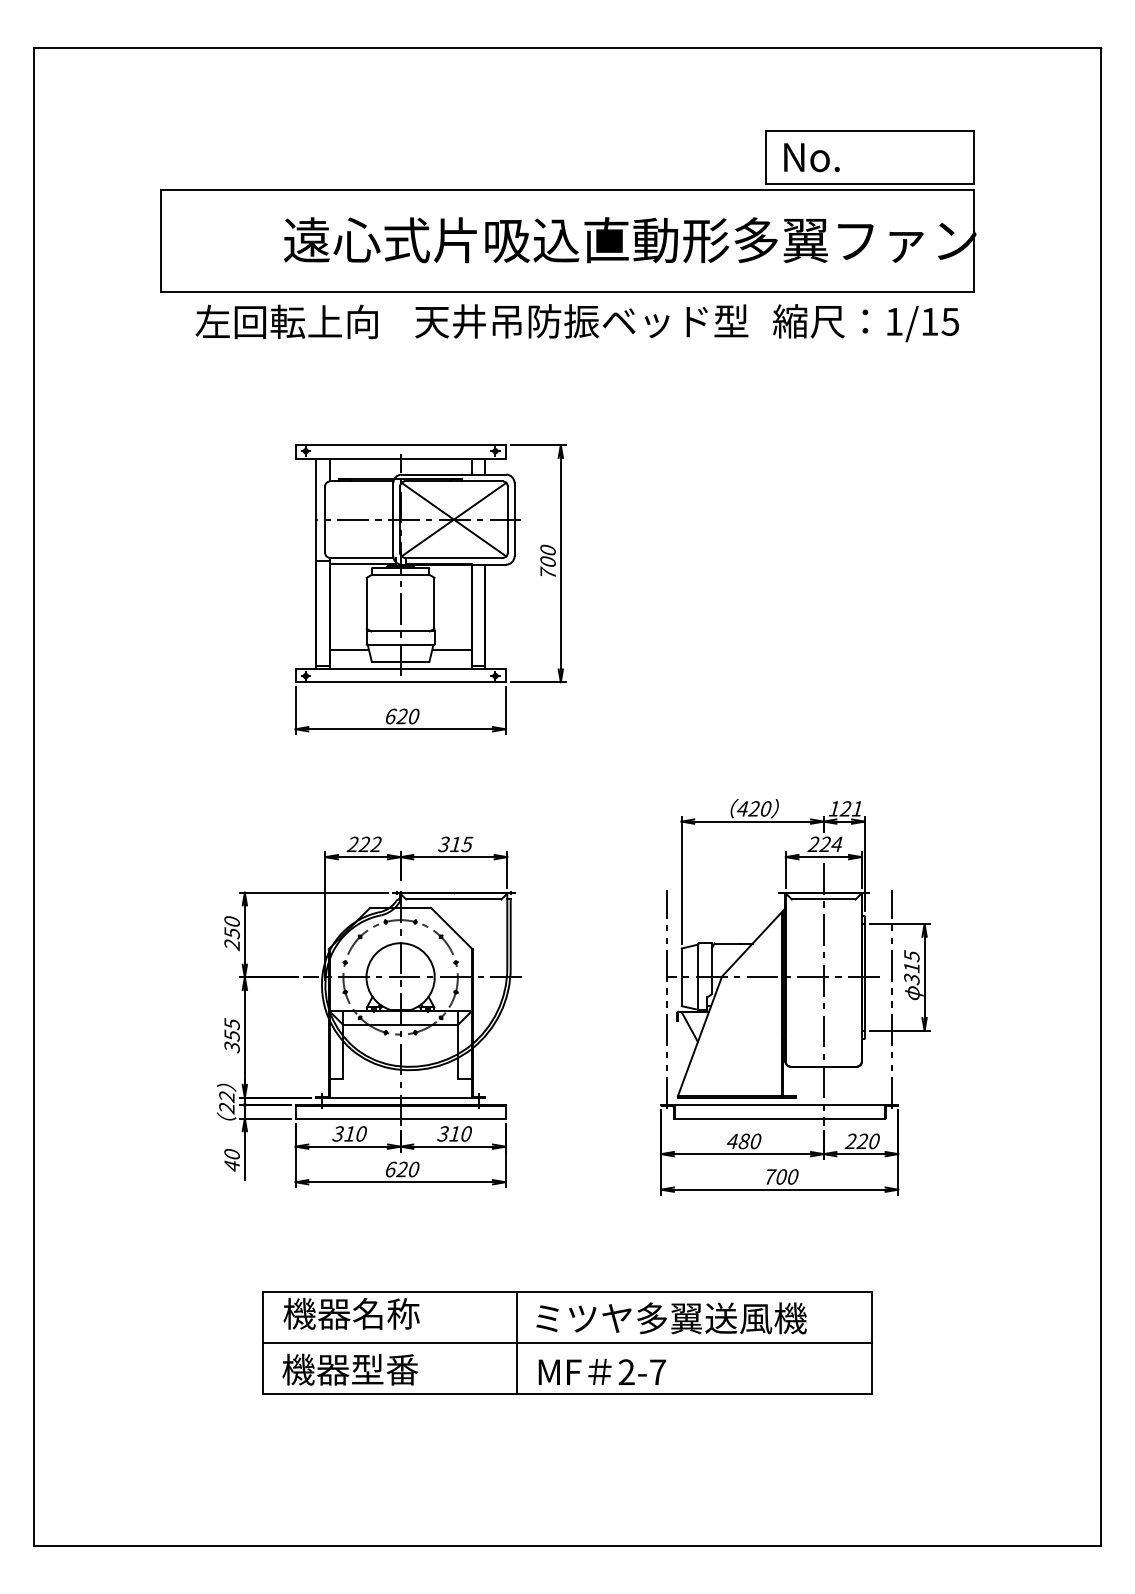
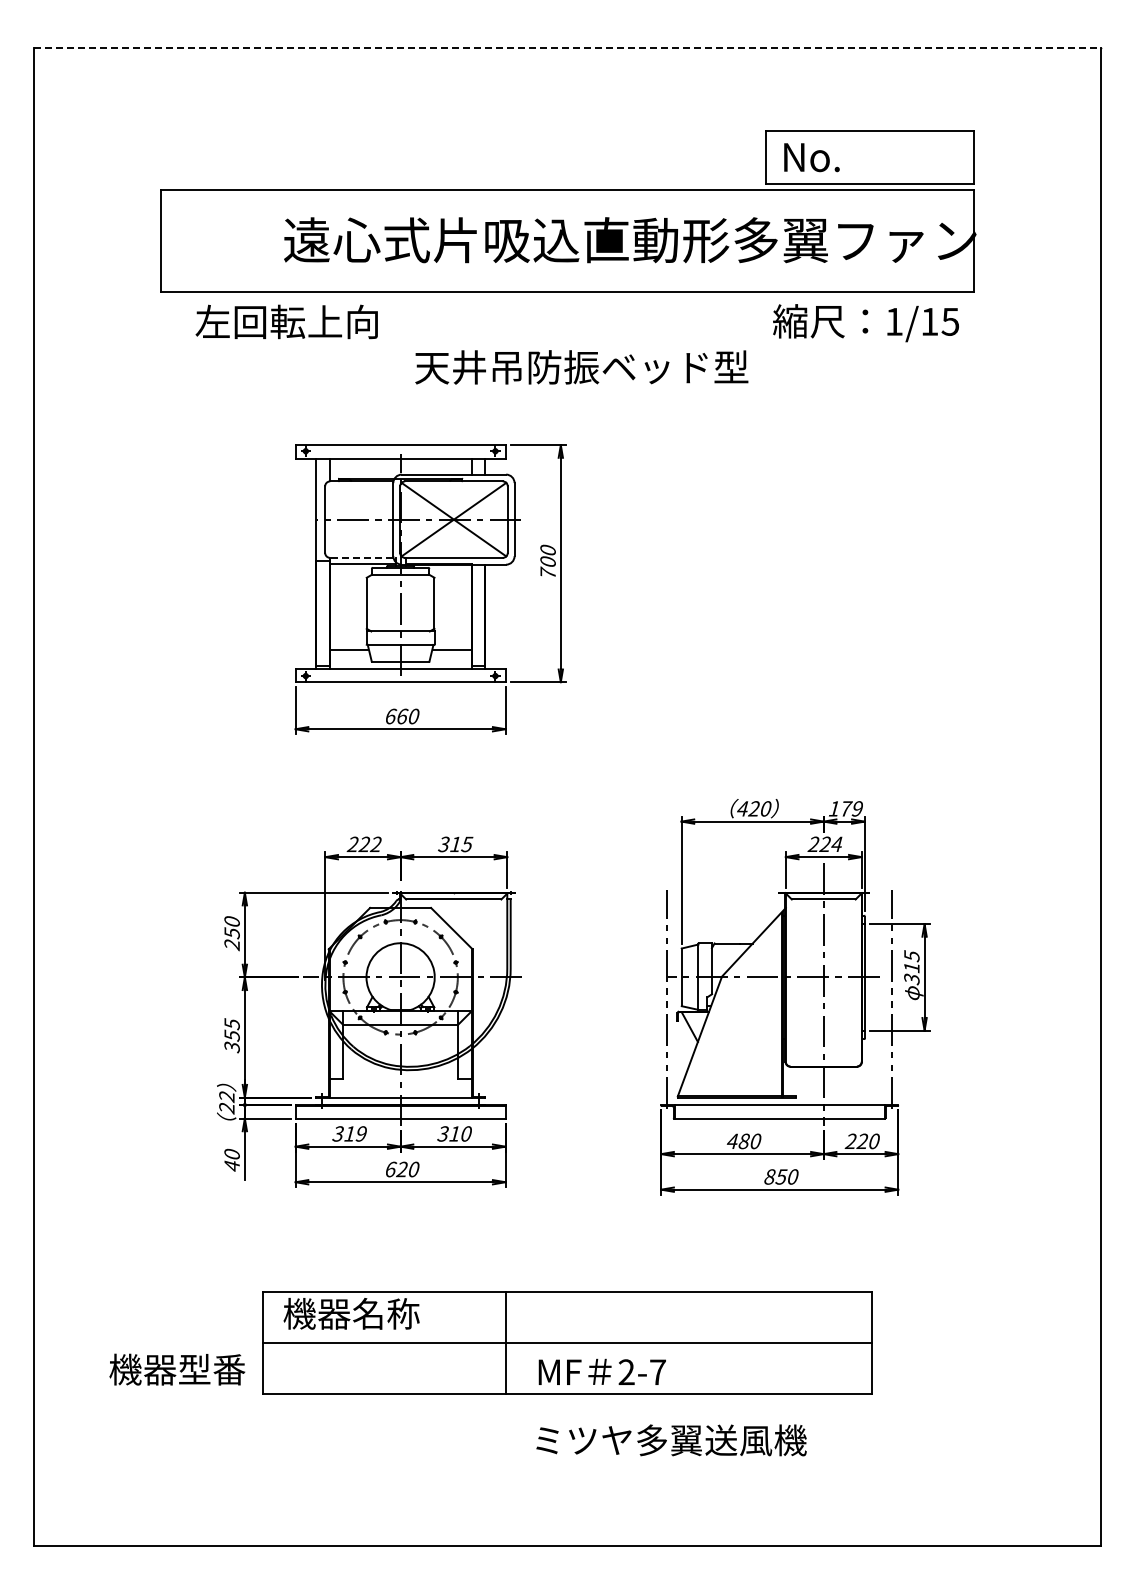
line at (567, 47): solid -> dashed
text at (581, 321) position: (581, 321) -> (581, 367)
line at (361, 557): solid -> dashed
text at (402, 716): 620 -> 660
text at (850, 808): 121 -> 179
text at (360, 1133): 310 -> 319
text at (775, 1176): 700 -> 850
text at (671, 1318) position: (671, 1318) -> (671, 1440)
line at (516, 1342) position: (516, 1342) -> (505, 1342)
text at (350, 1369) position: (350, 1369) -> (177, 1369)
